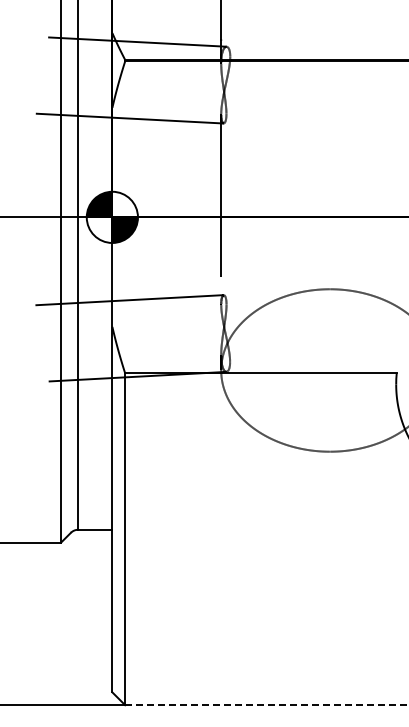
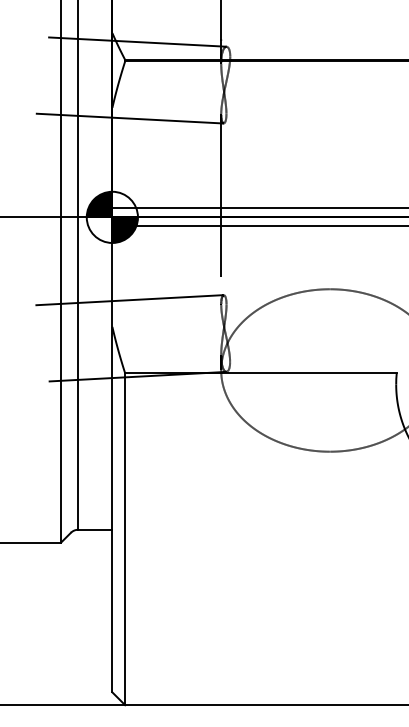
line at (258, 208): none -> present
line at (258, 226): none -> present
line at (266, 705): dashed -> solid
